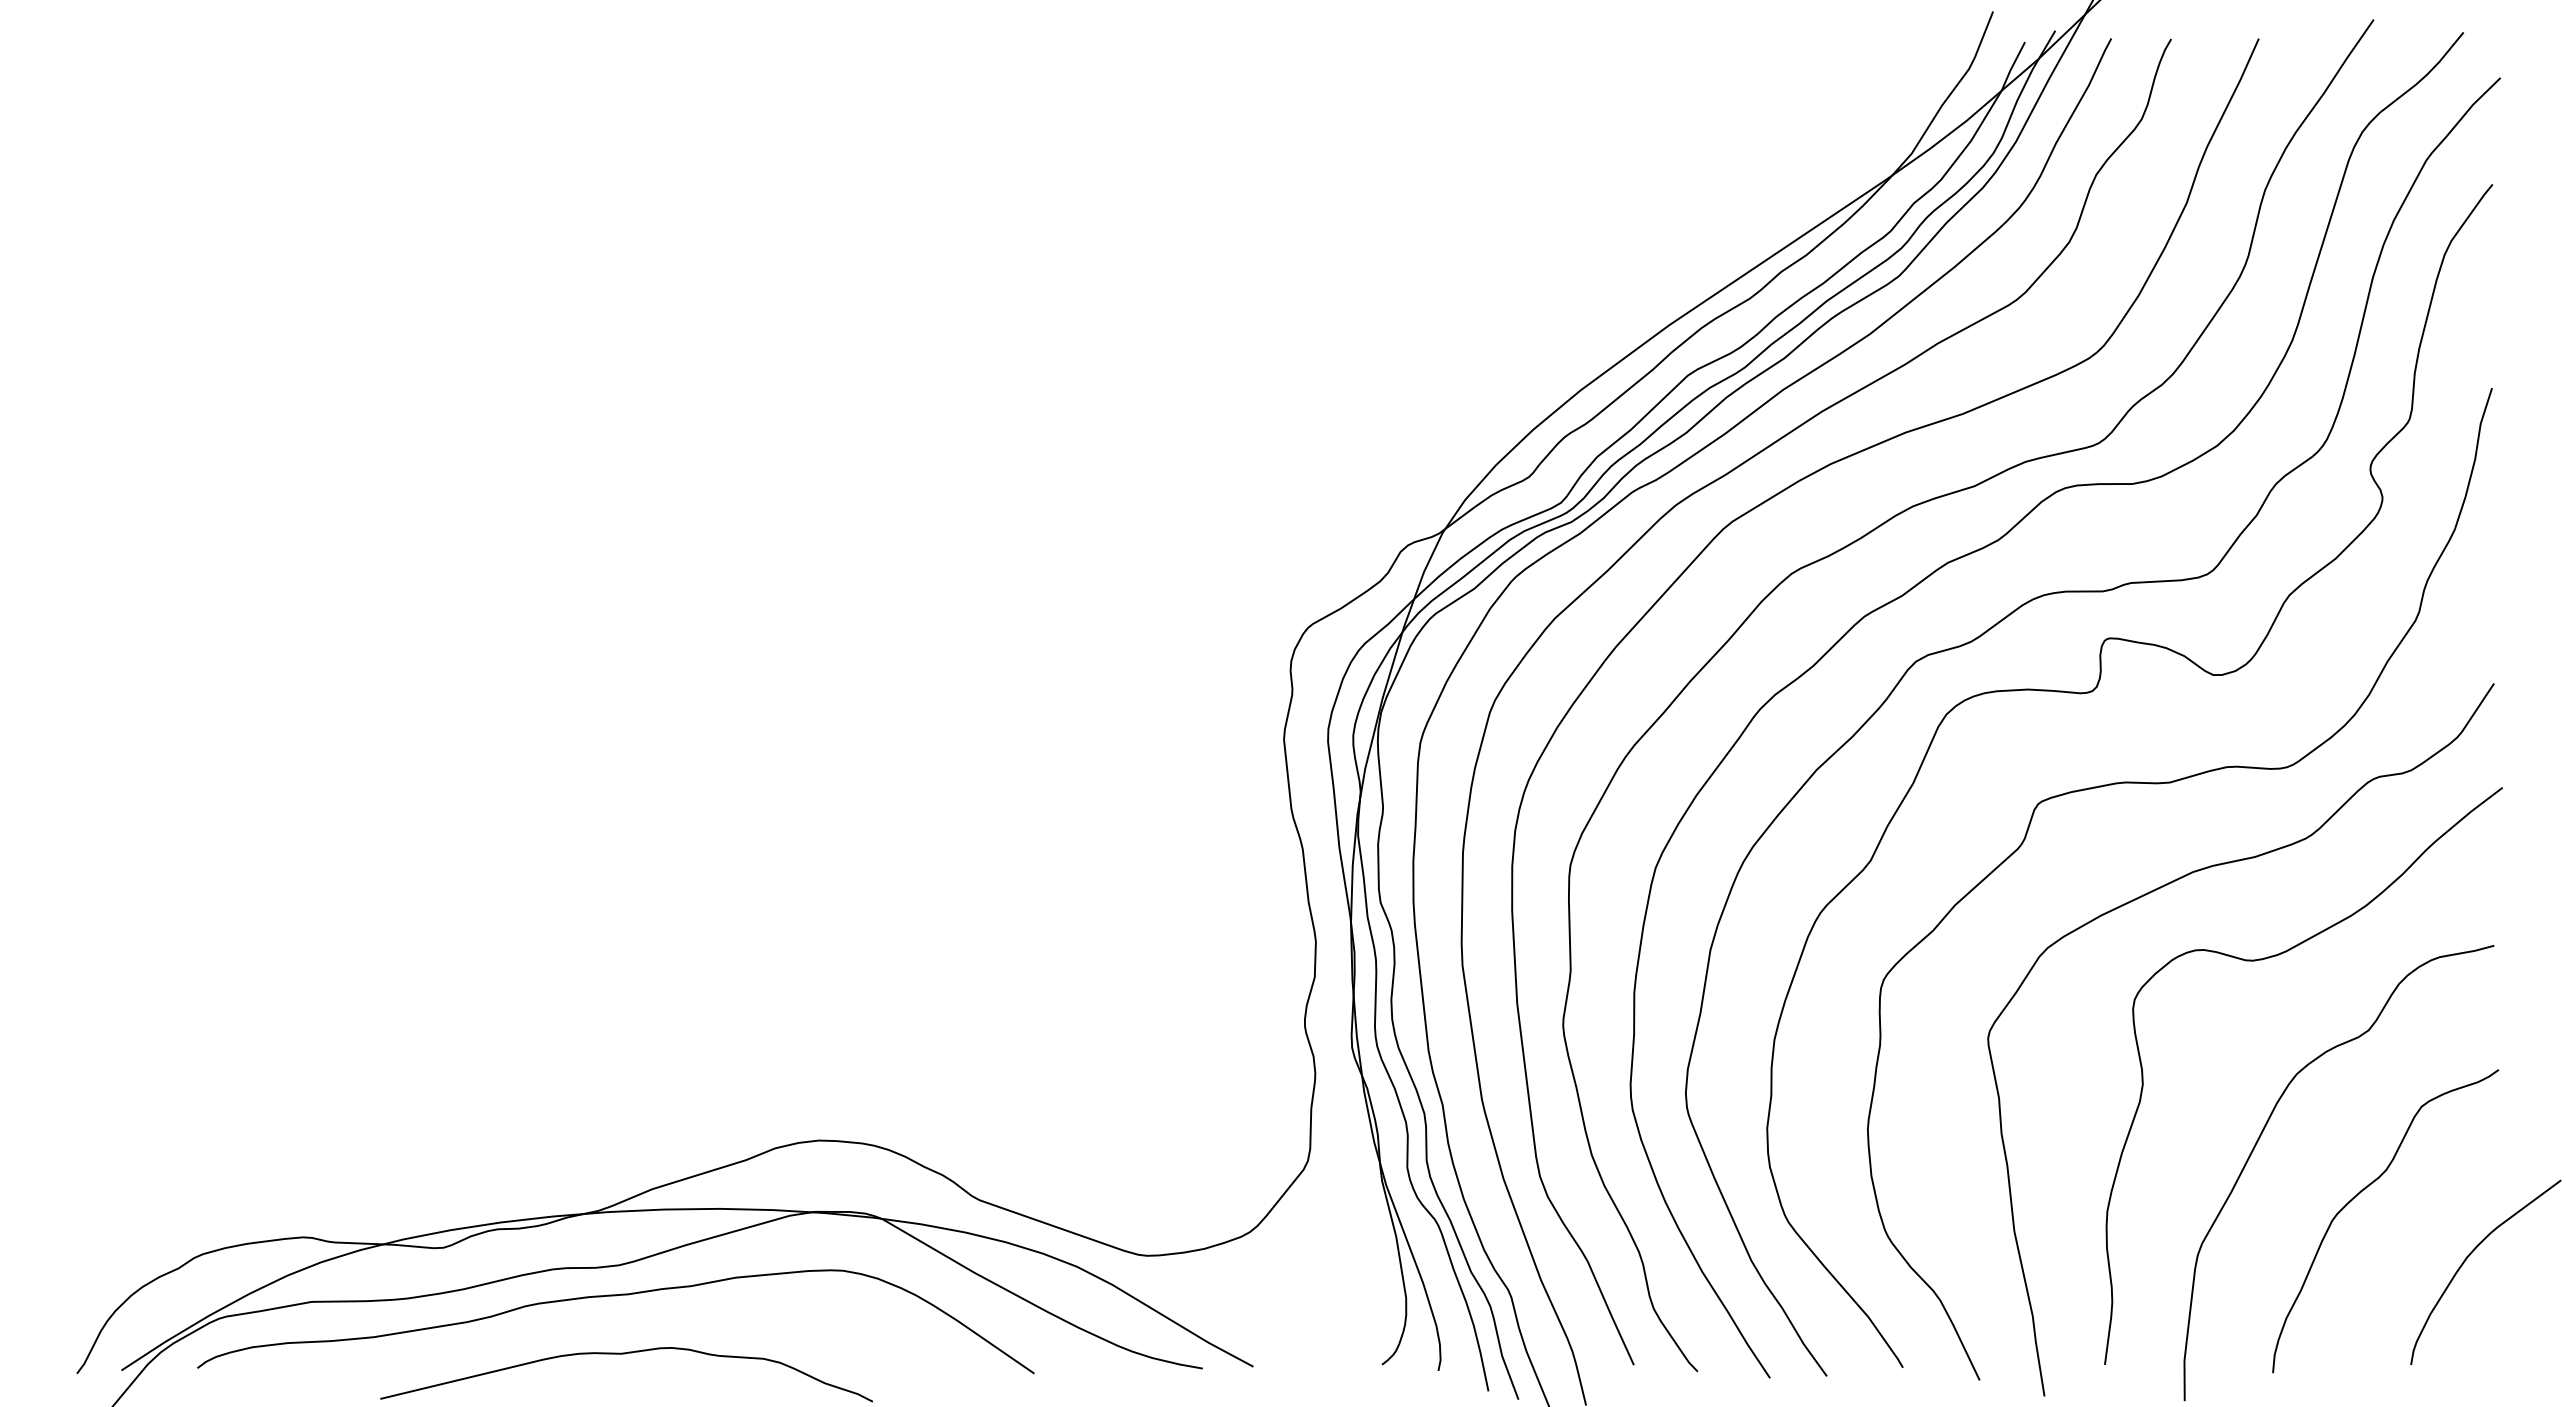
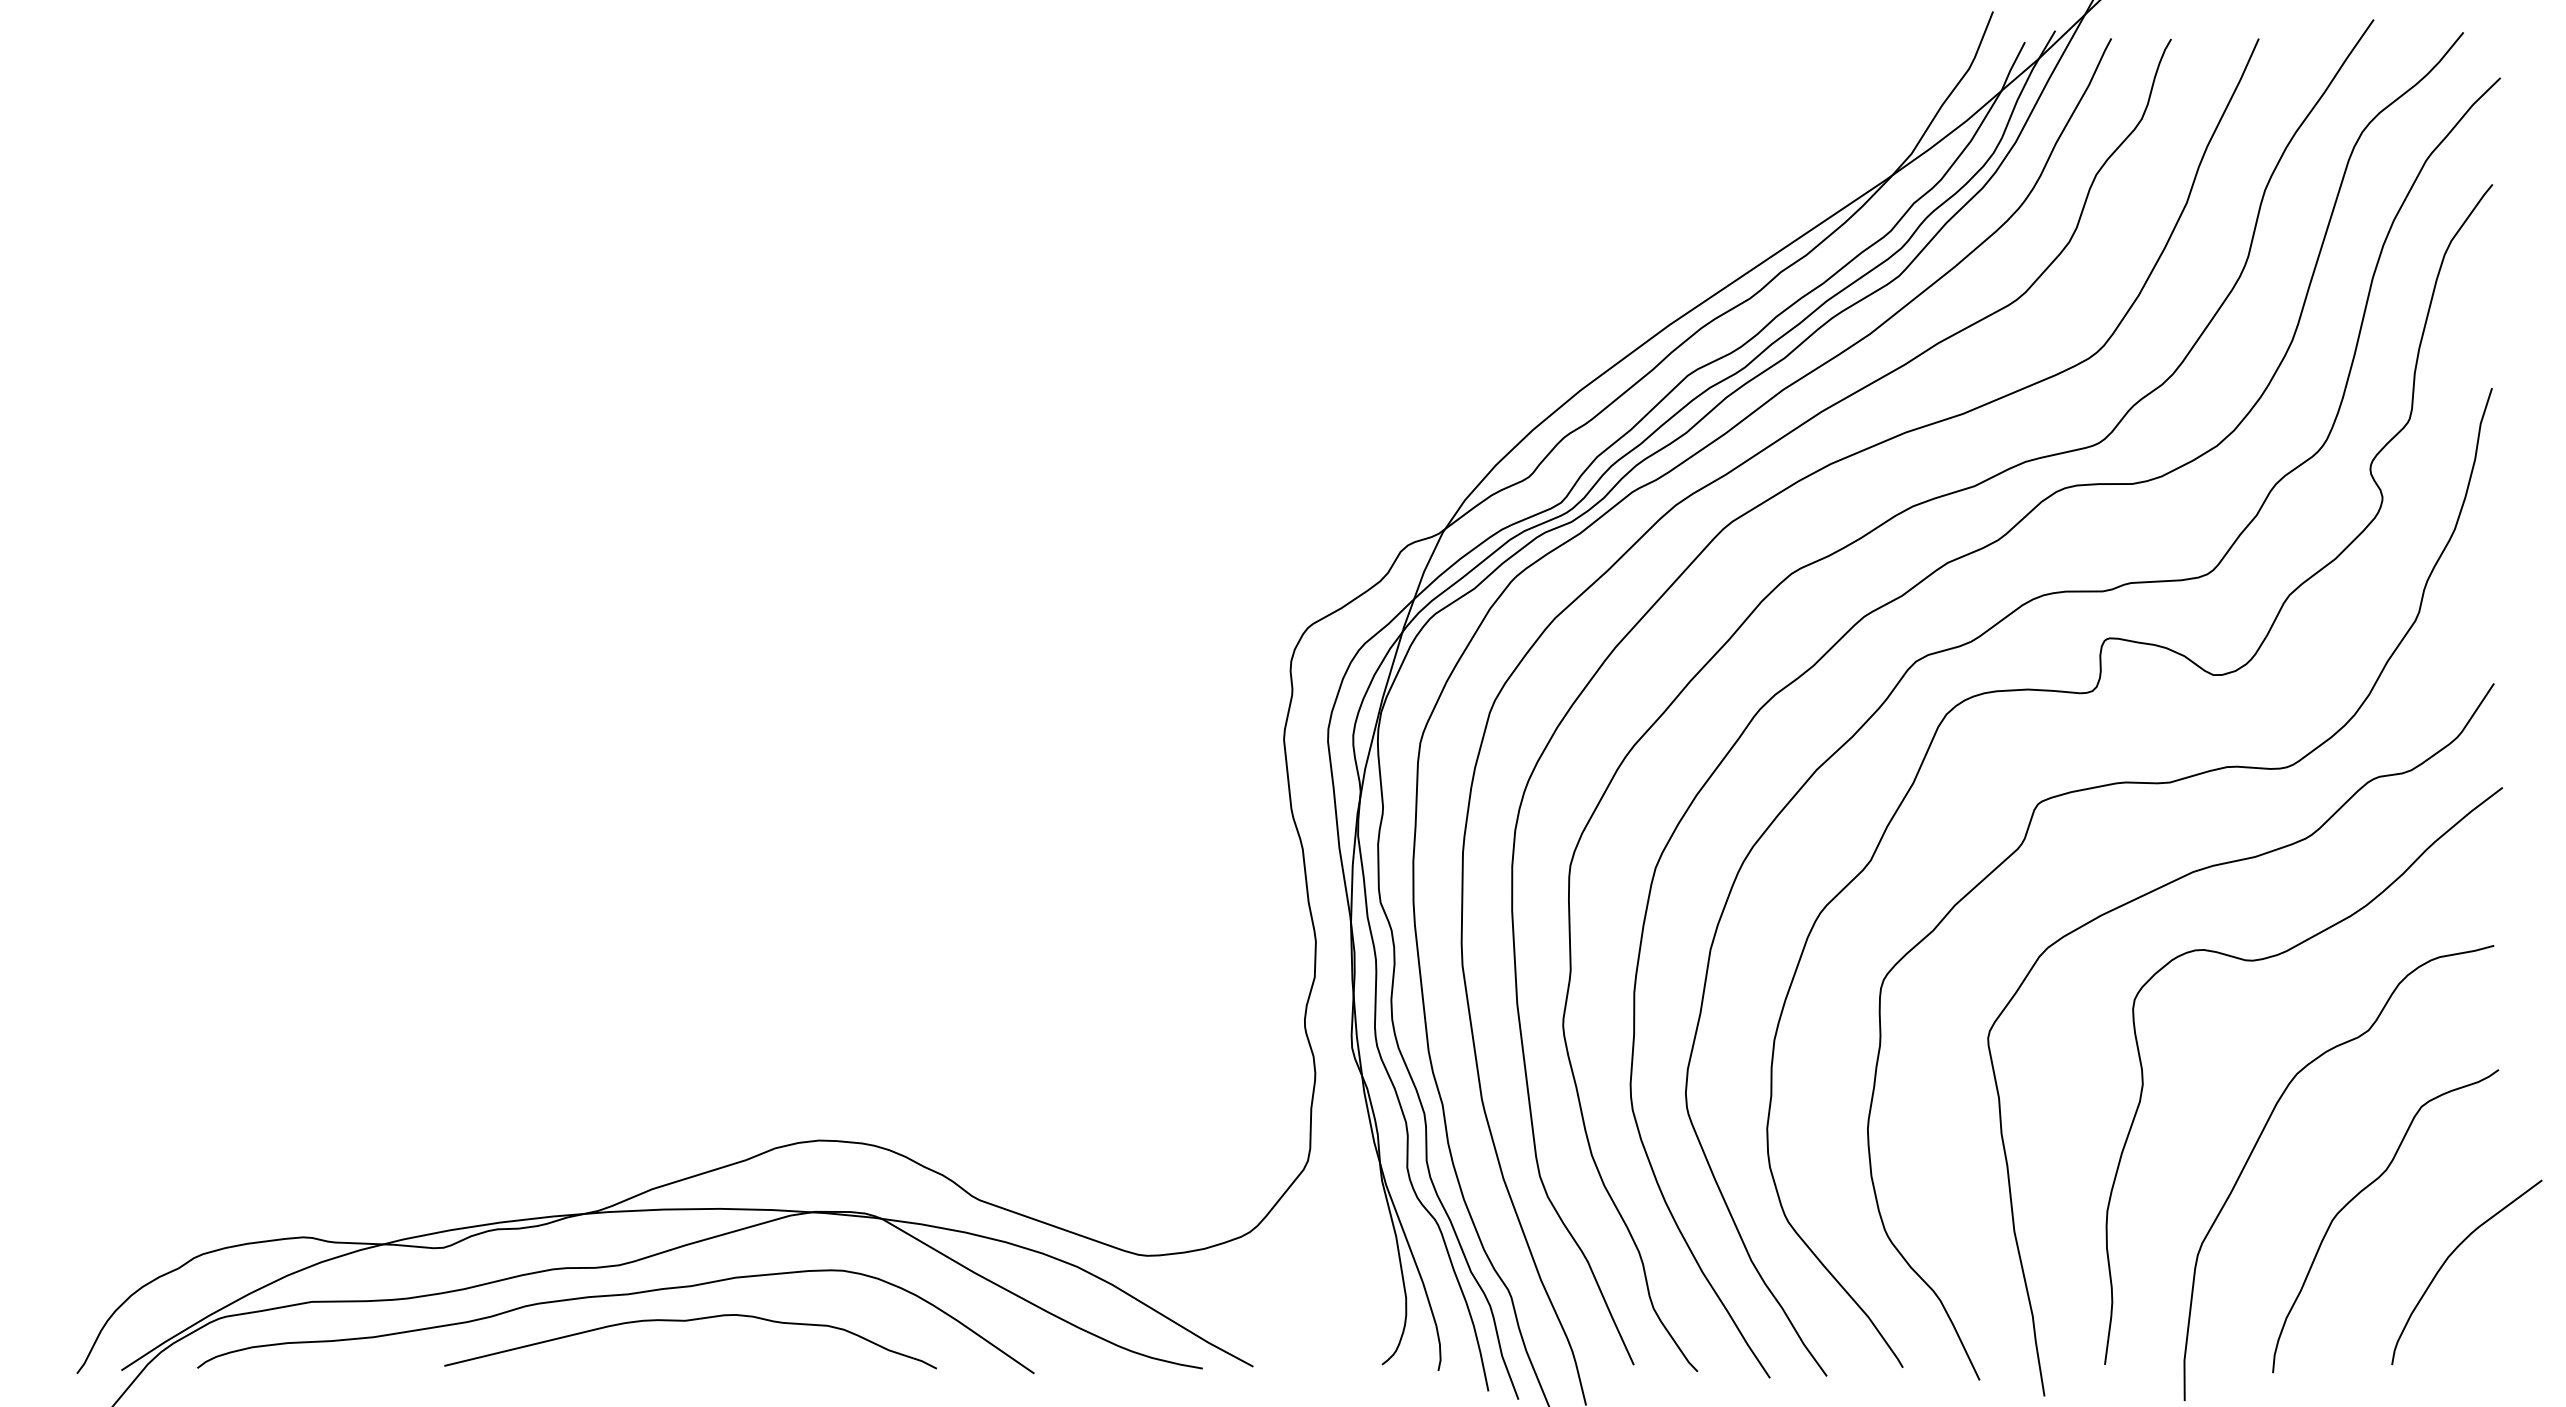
curve at (2466, 1260) position: (2466, 1260) -> (2447, 1260)
curve at (625, 1354) position: (625, 1354) -> (689, 1321)
